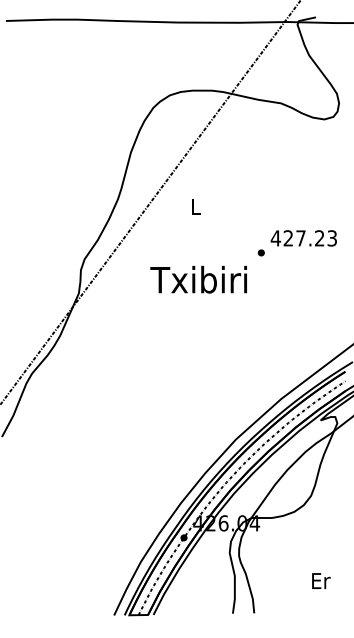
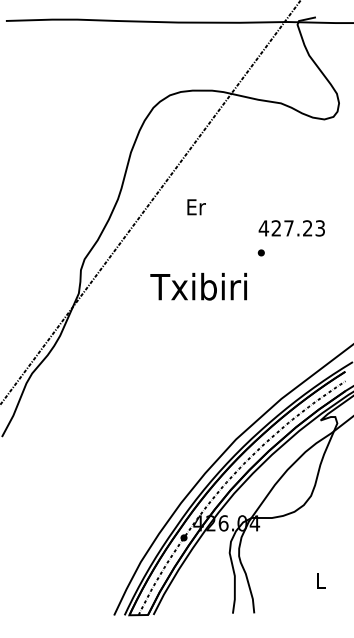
text at (196, 207): L -> Er
text at (303, 238) position: (303, 238) -> (291, 228)
text at (198, 279) position: (198, 279) -> (198, 286)
text at (321, 580): Er -> L
